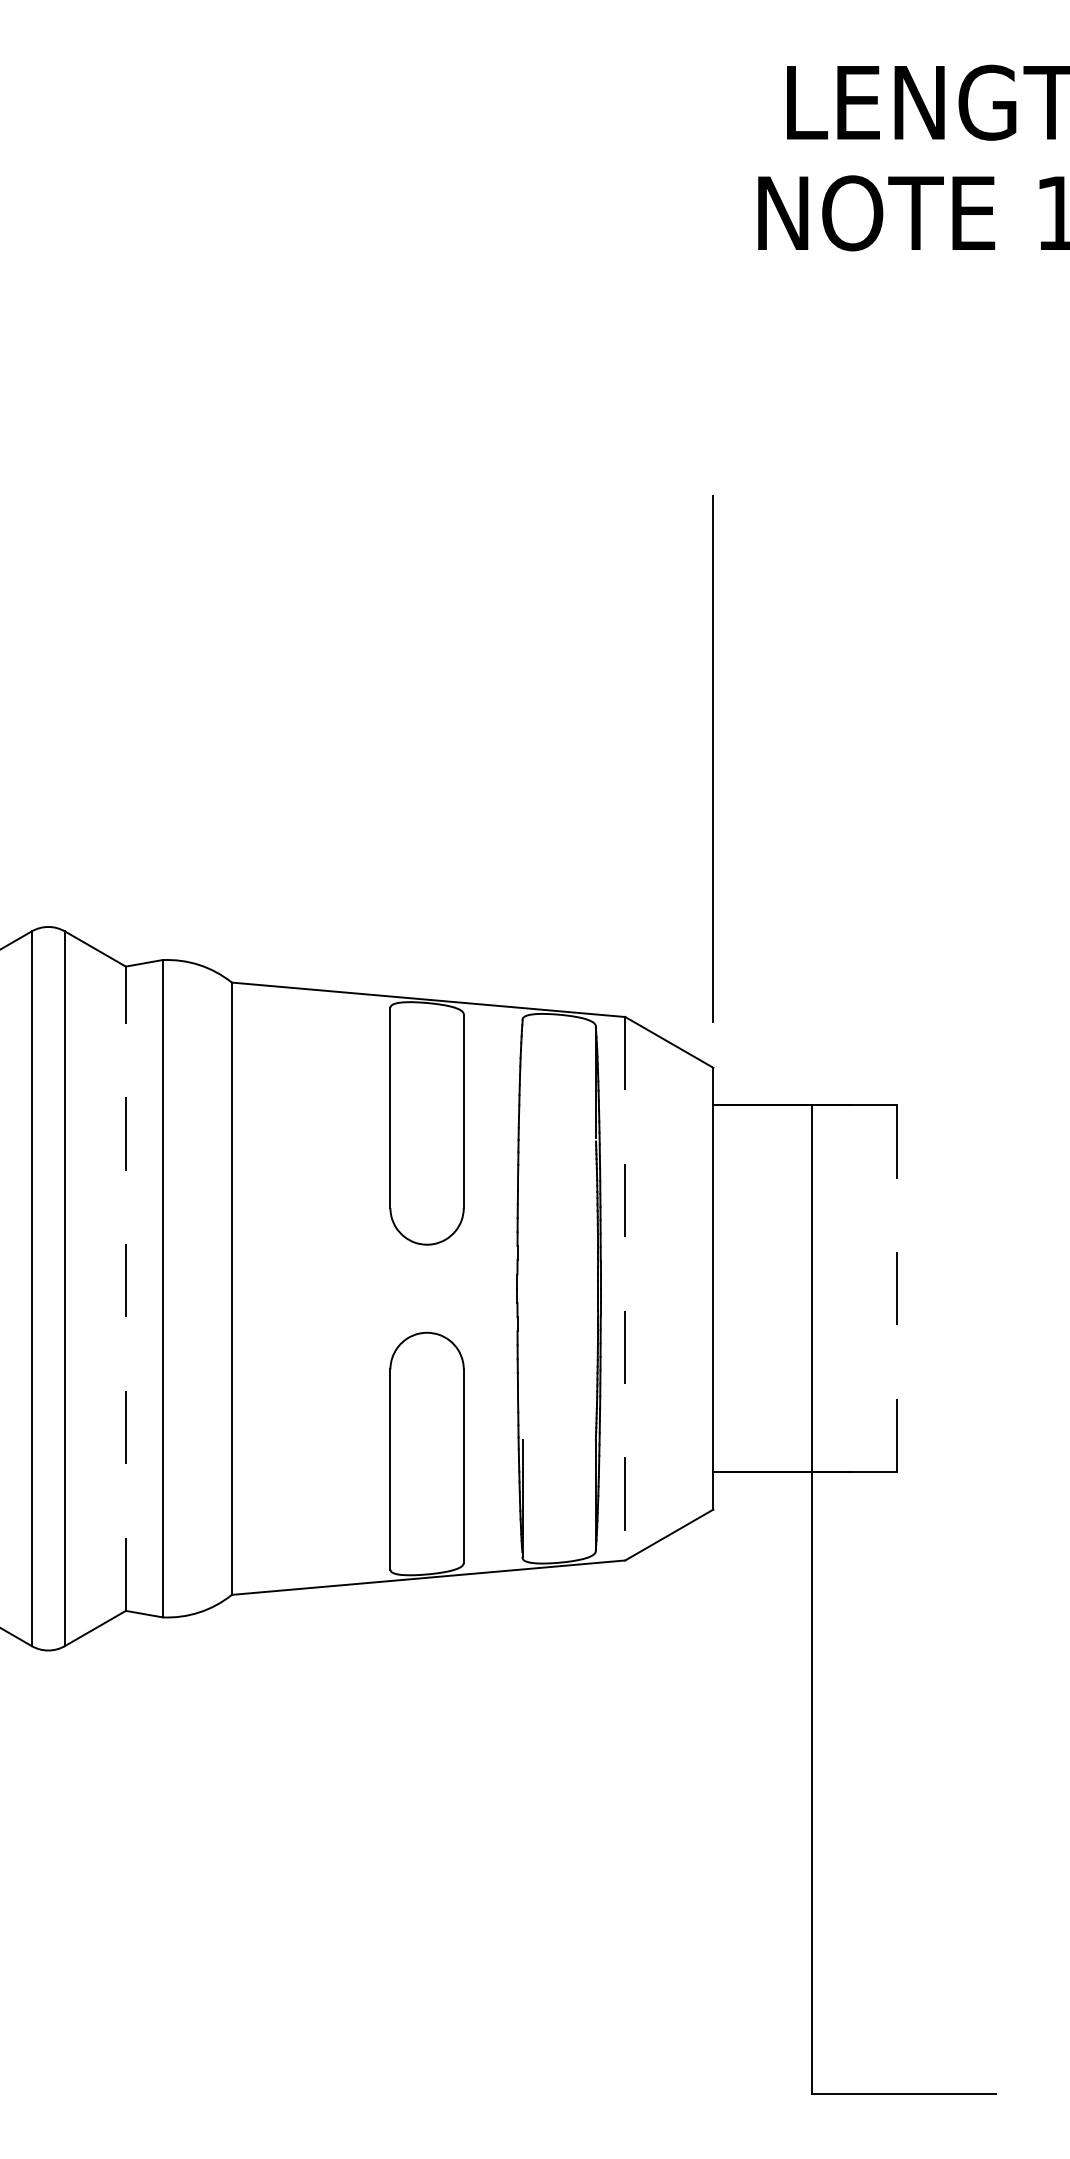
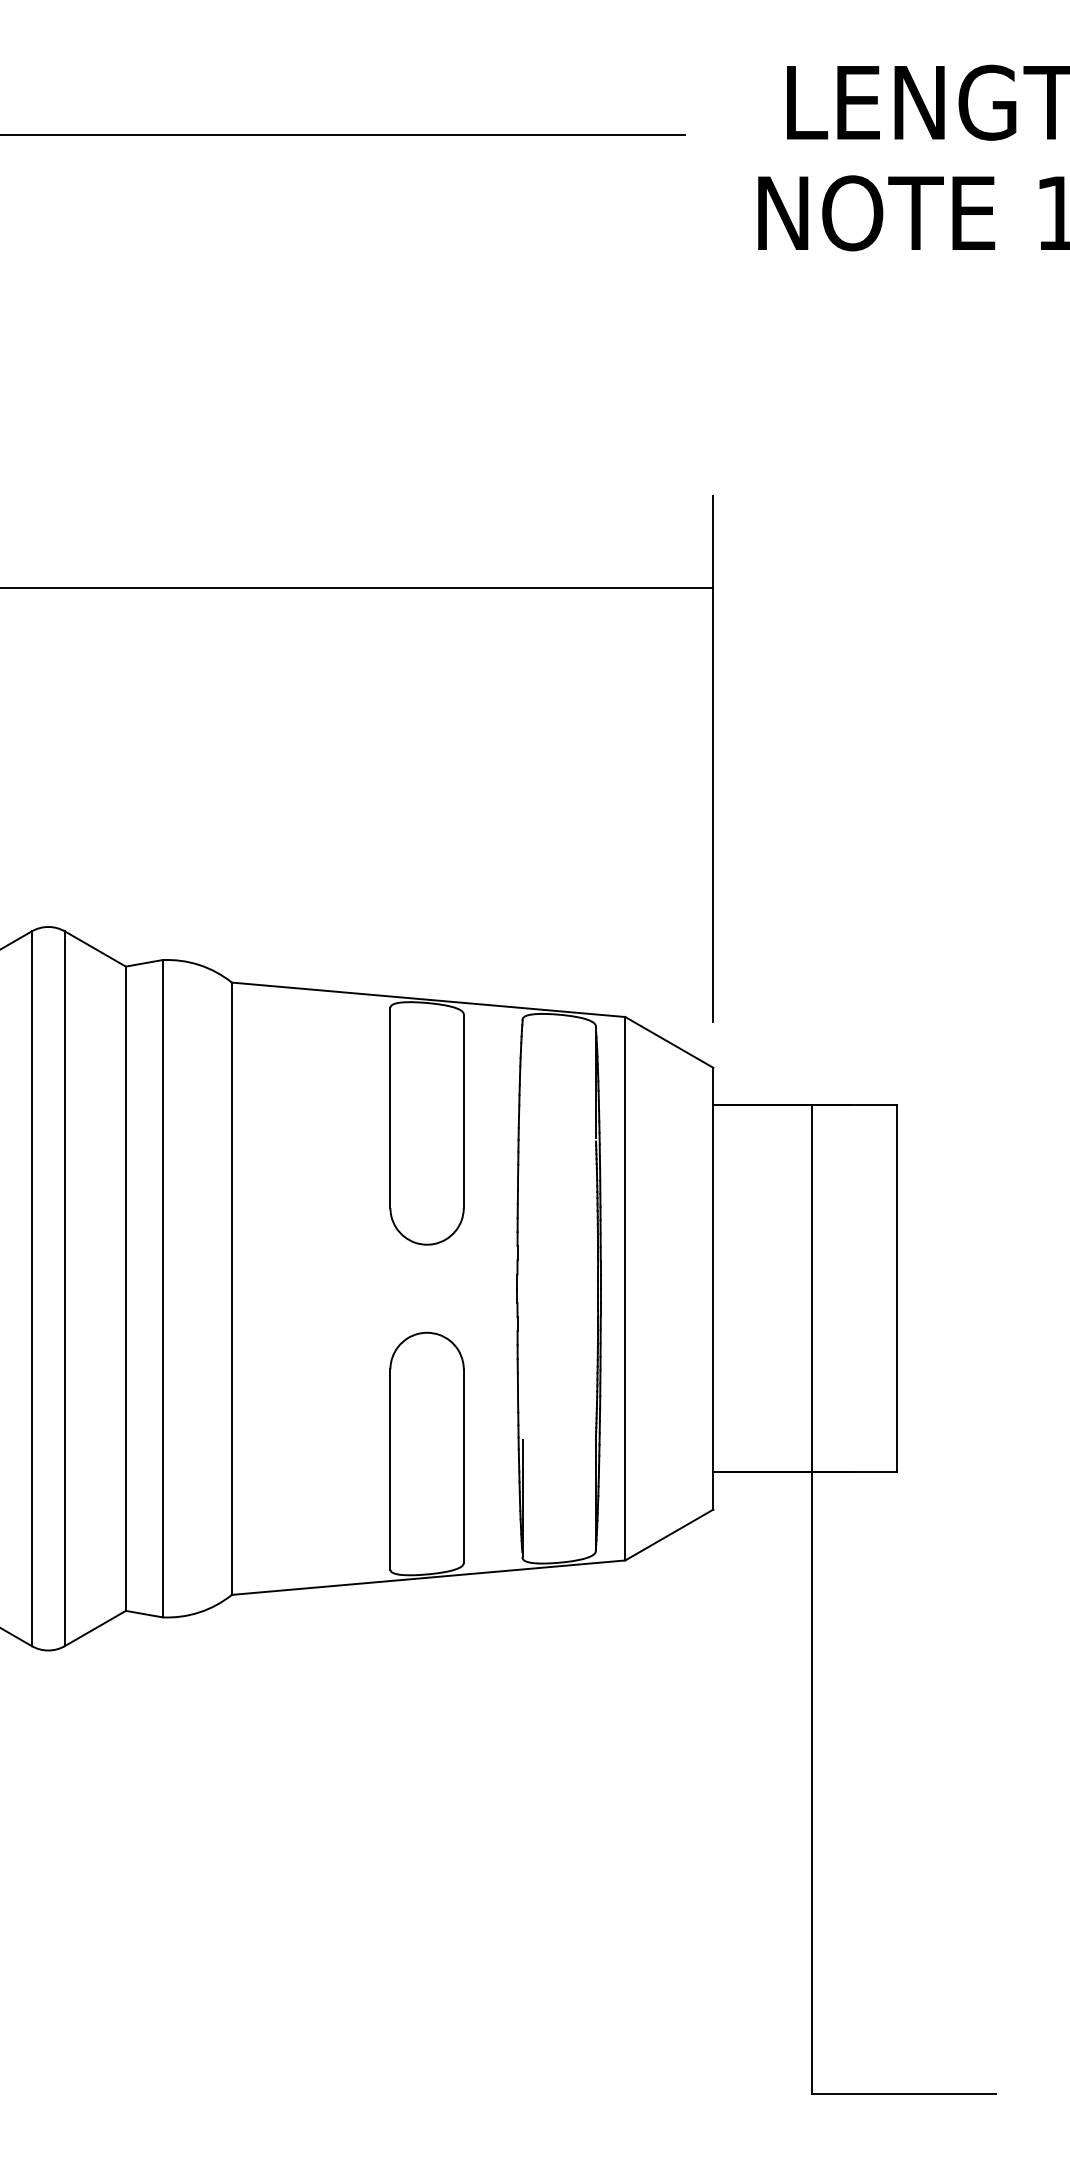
line at (343, 134): none -> present
line at (357, 588): none -> present
line at (125, 1288): dashed -> solid
line at (625, 1288): dashed -> solid
line at (896, 1289): dashed -> solid
